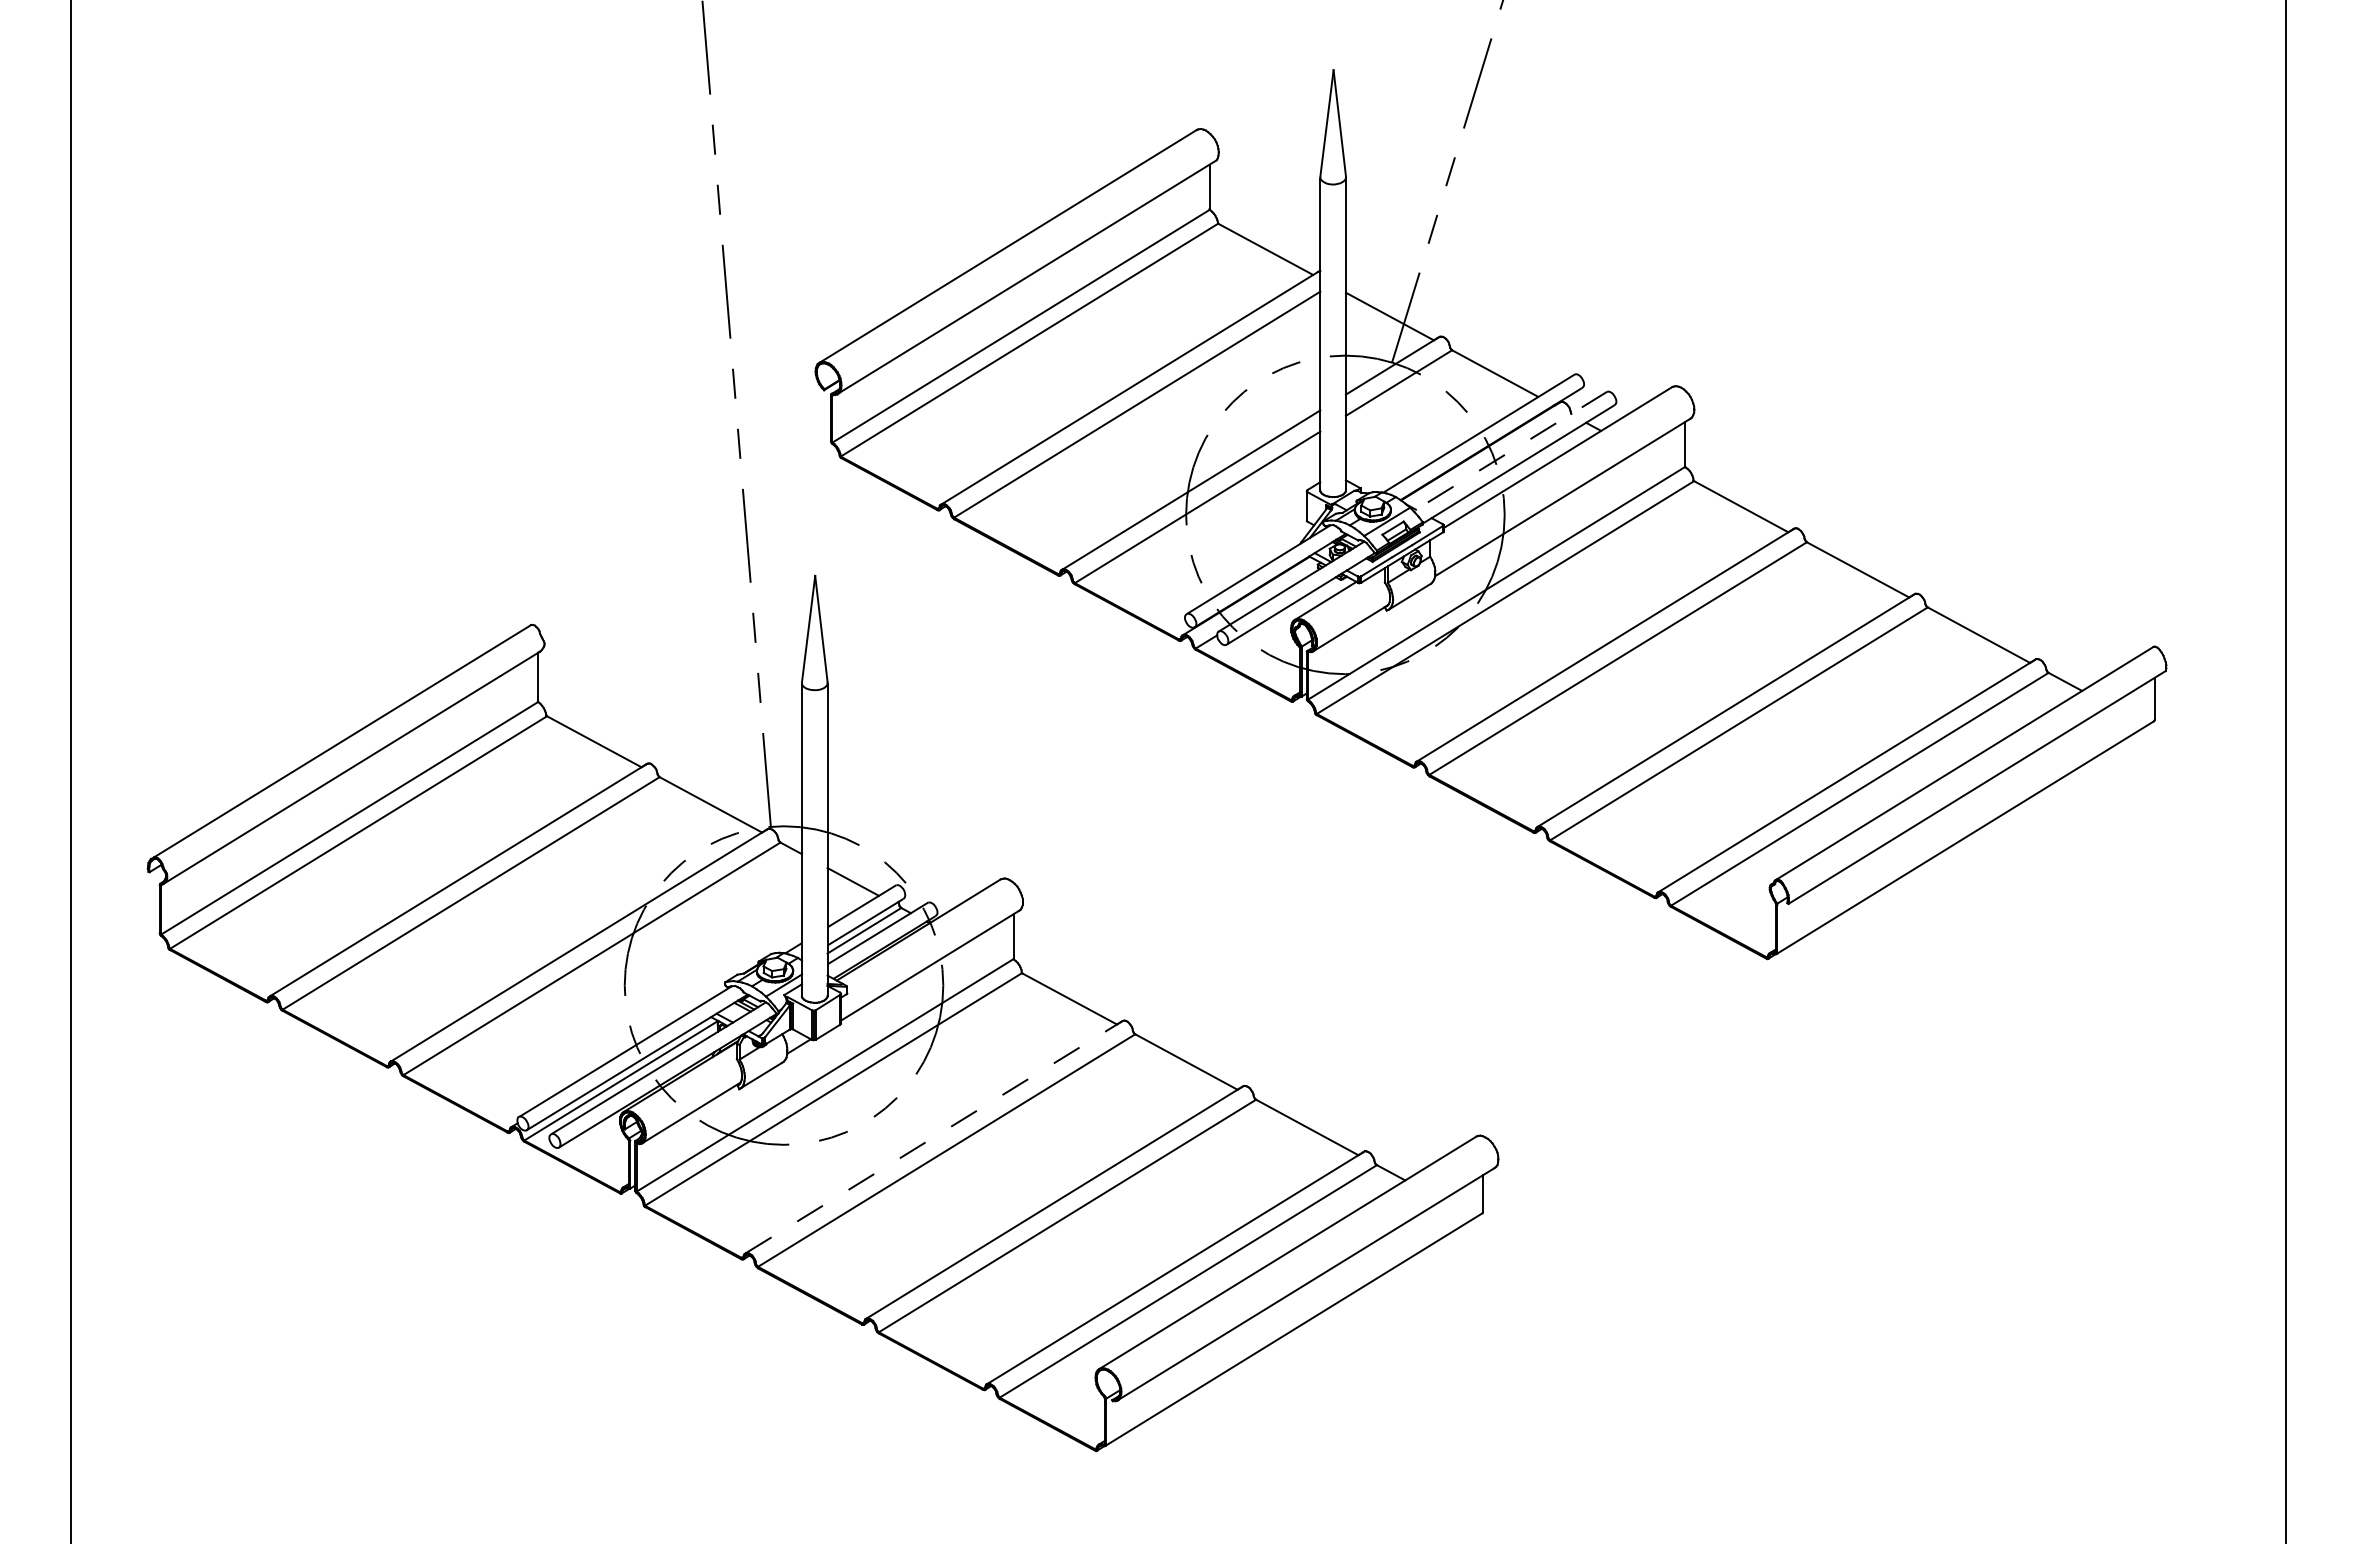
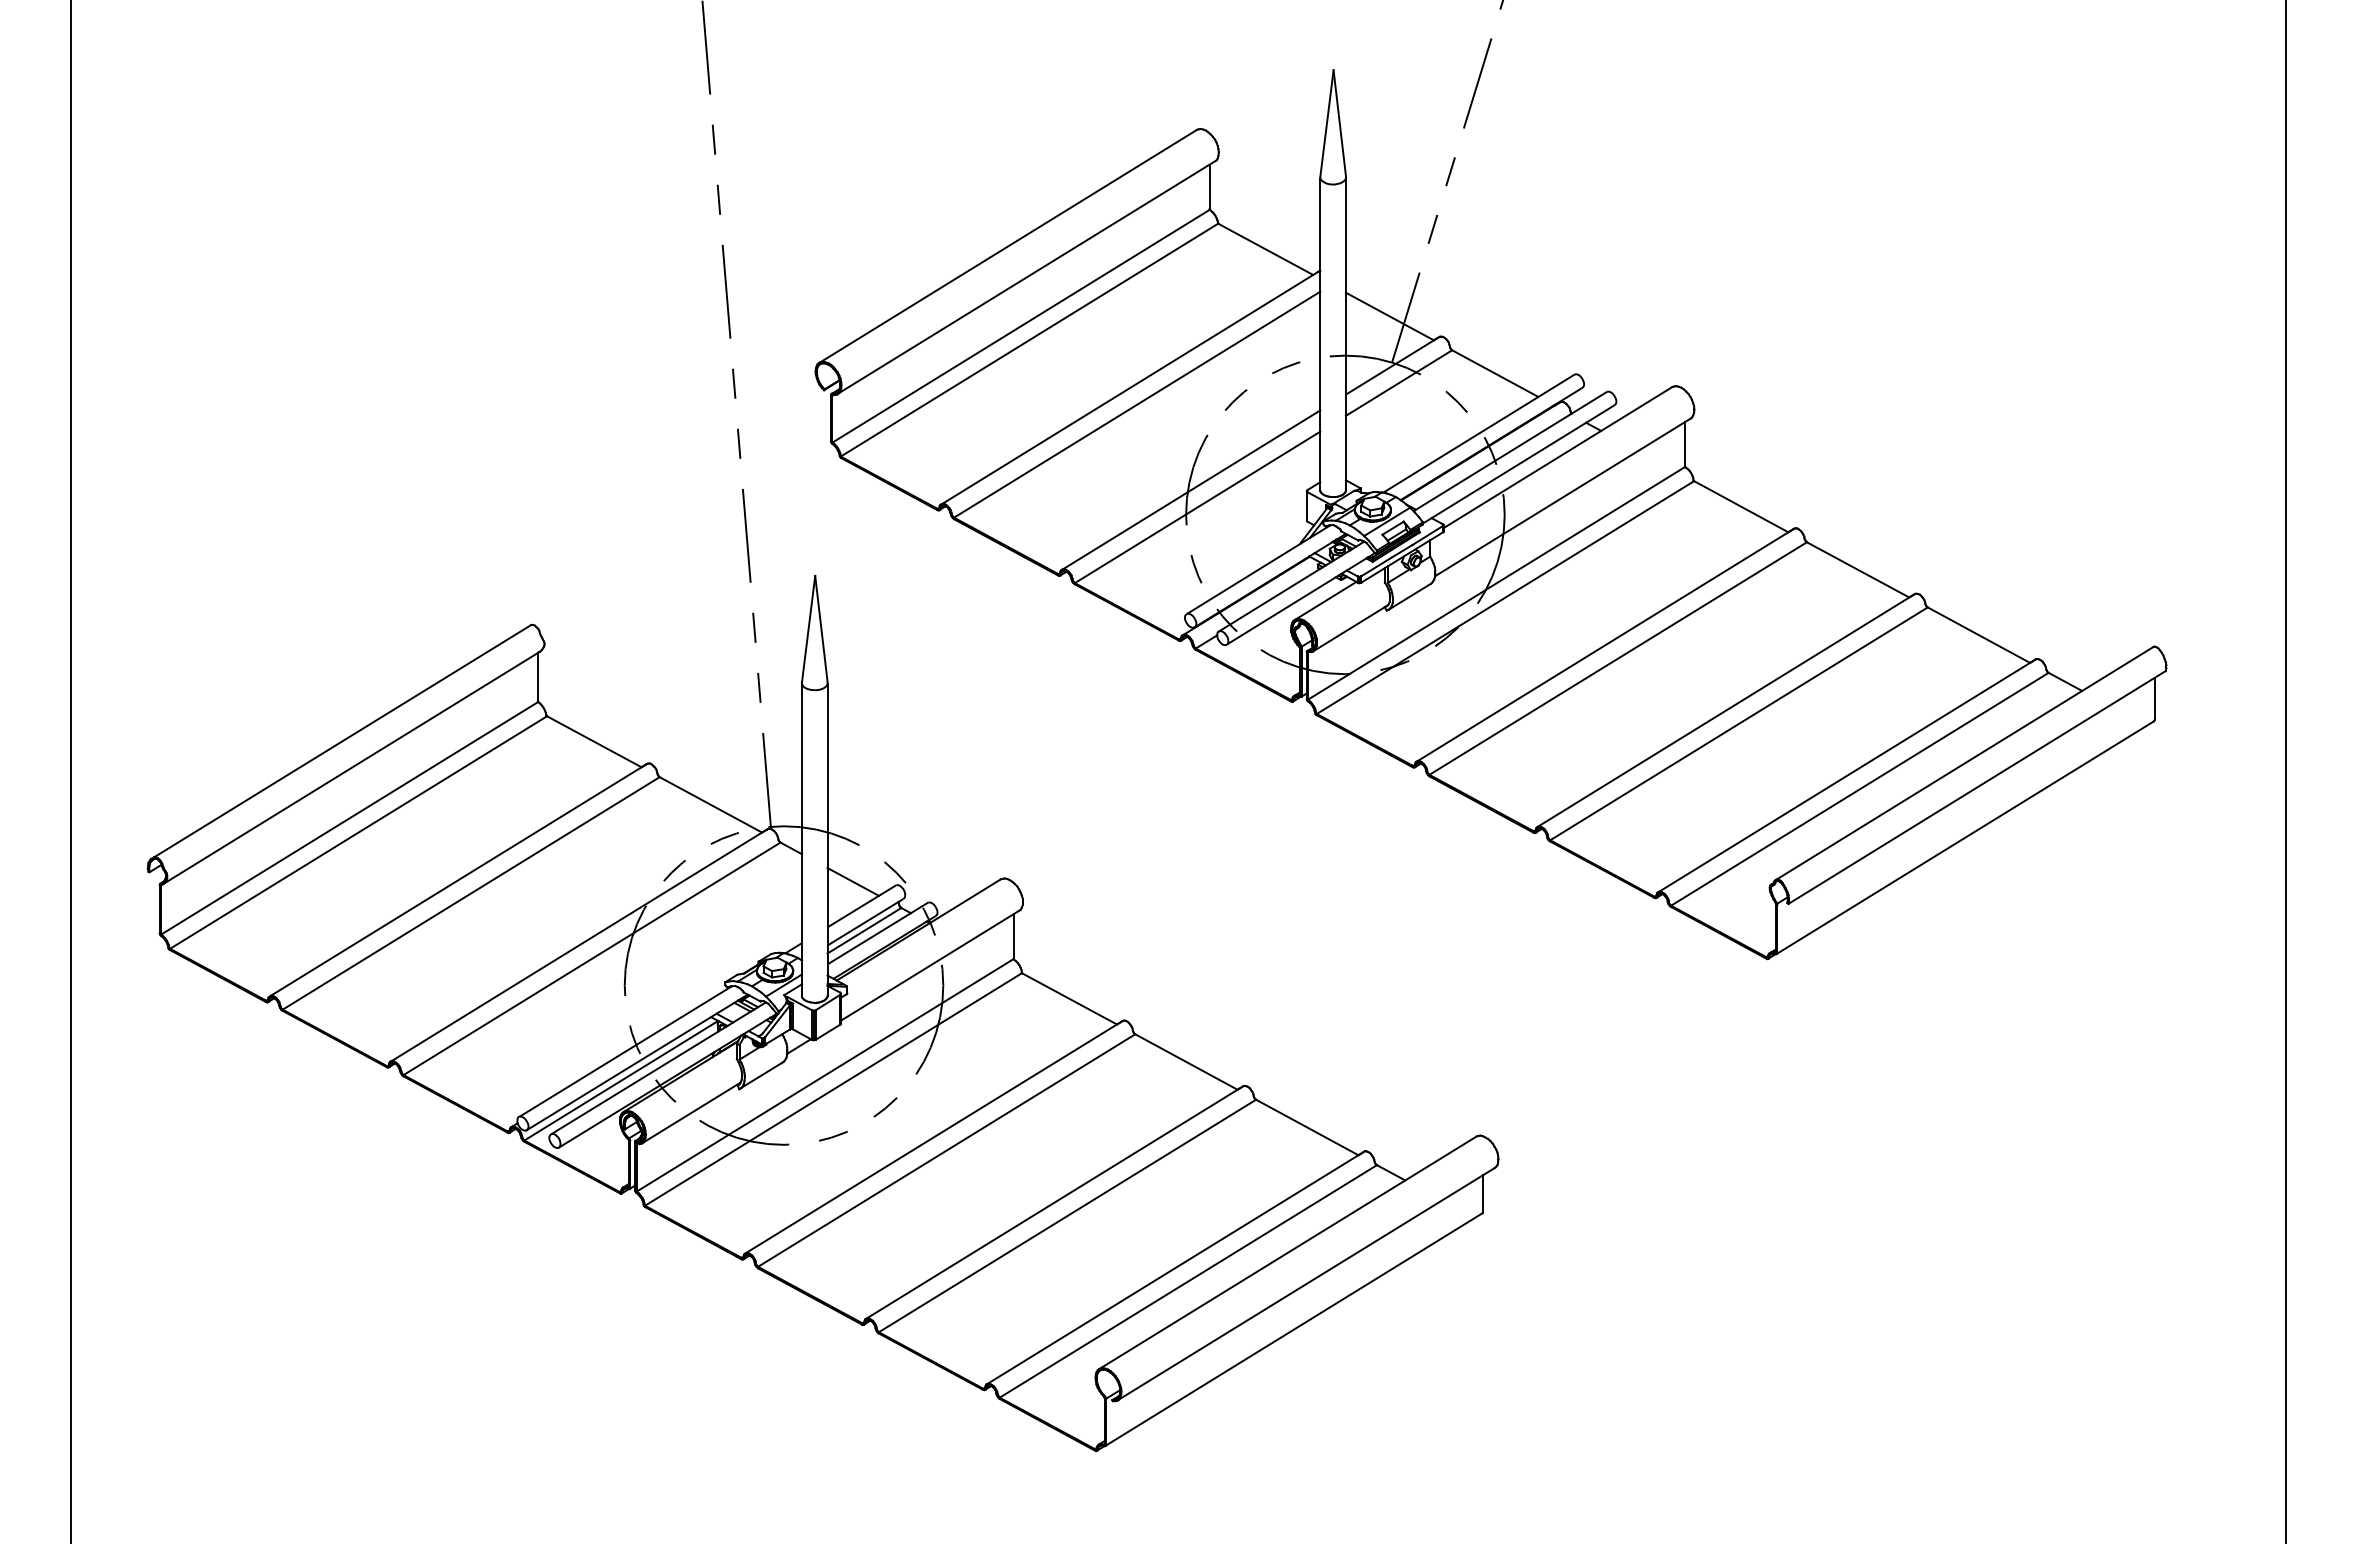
line at (1510, 451): dashed -> solid
line at (934, 1136): dashed -> solid
